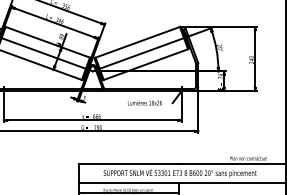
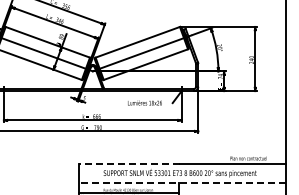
line at (129, 164): solid -> dashed
line at (182, 183): solid -> dashed
